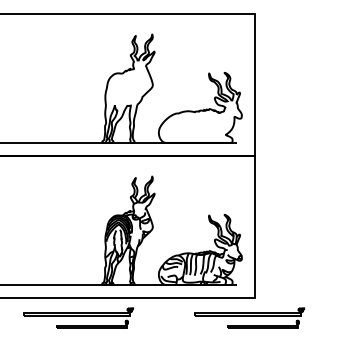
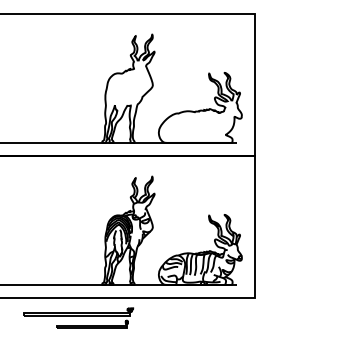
part at (249, 317): present -> none
